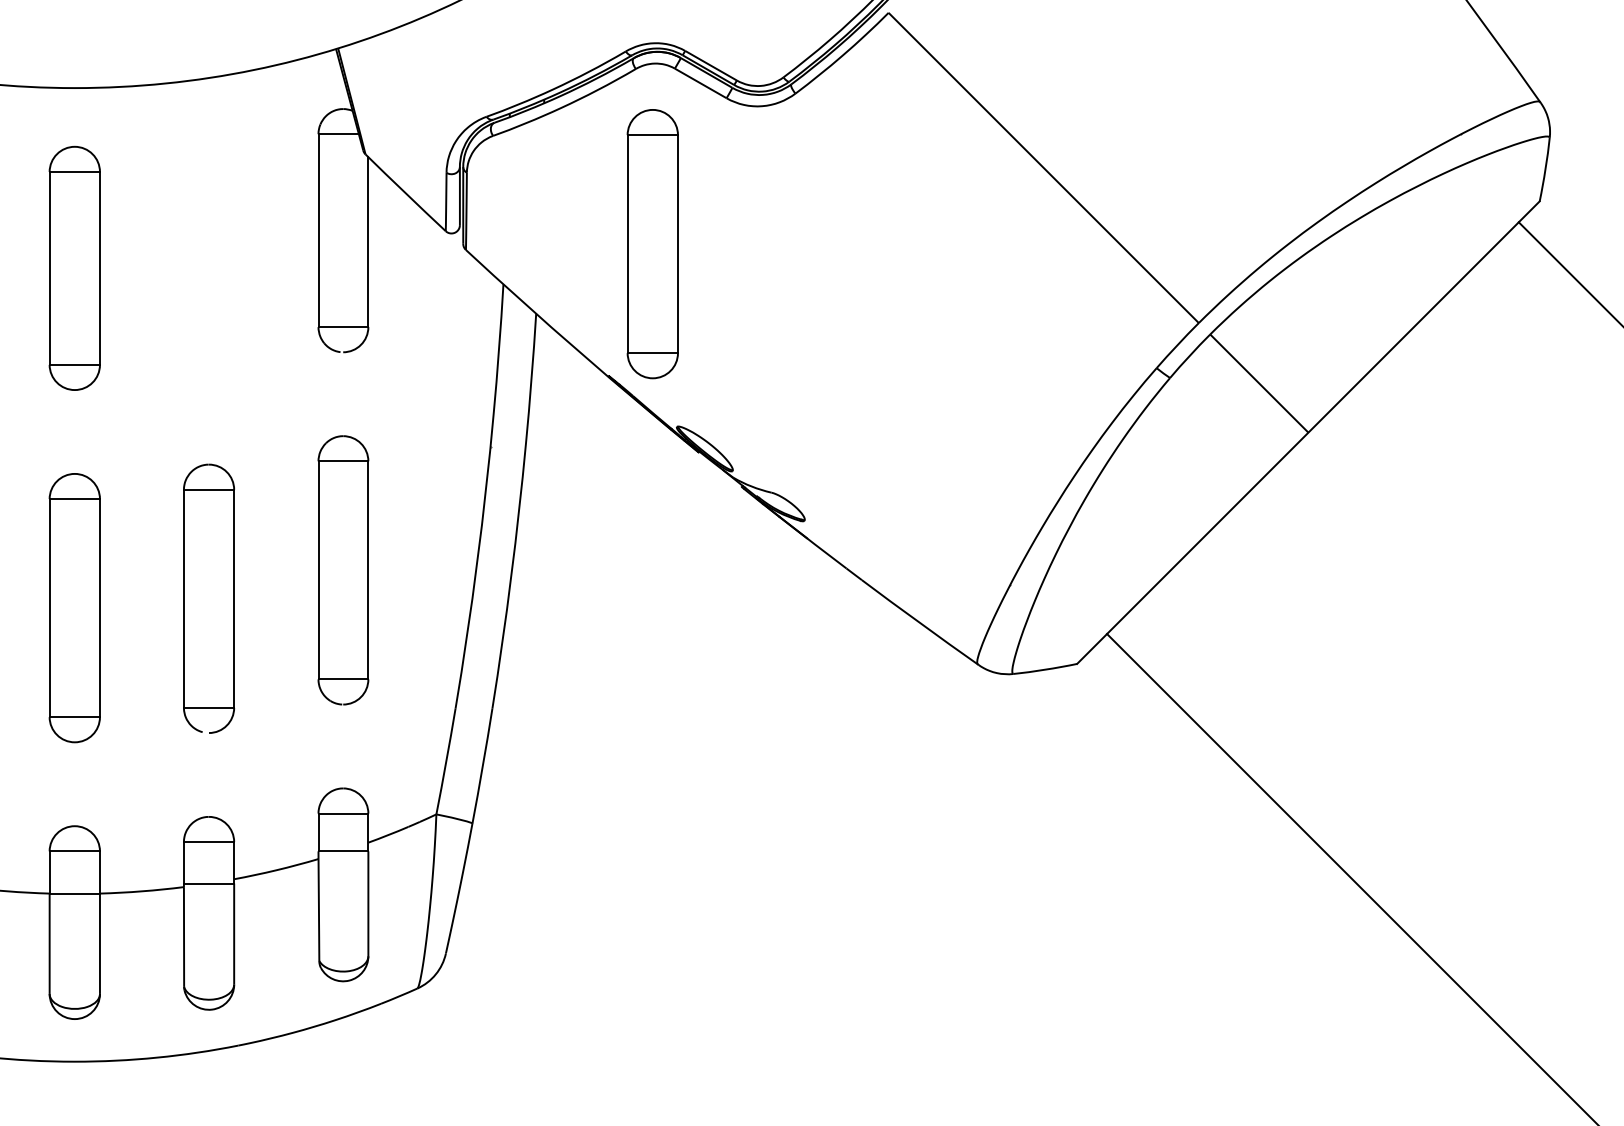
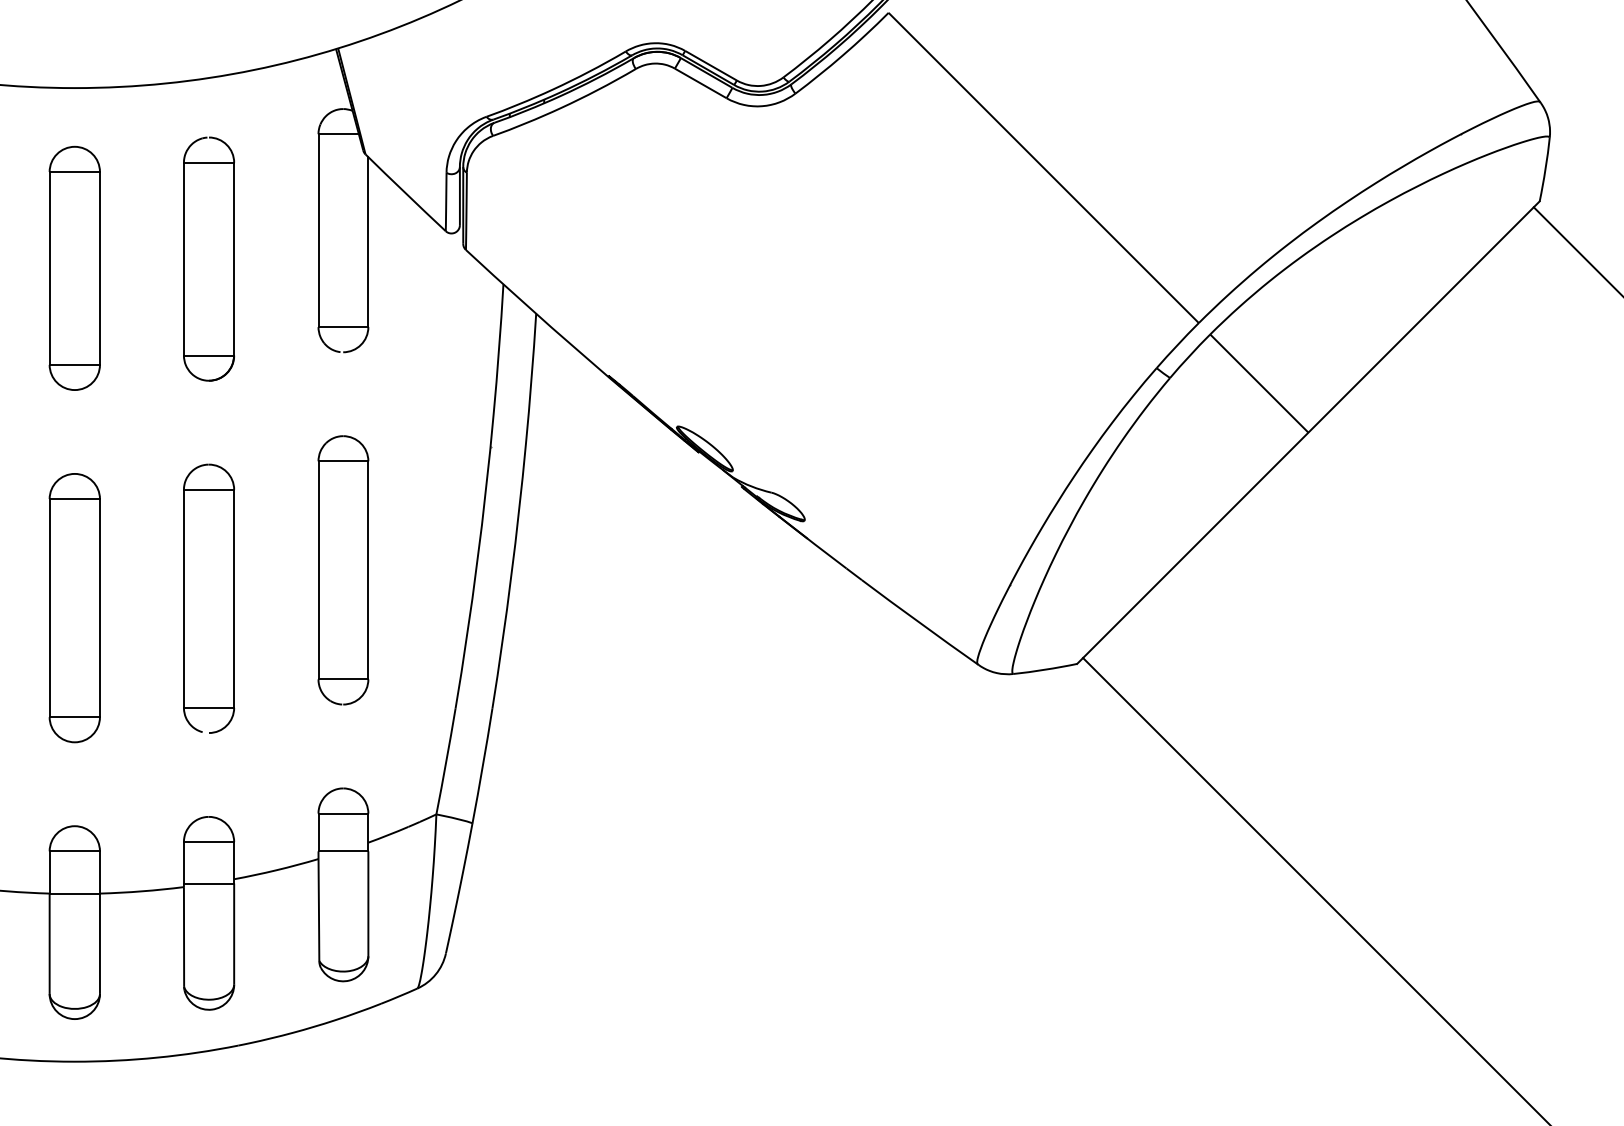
part at (652, 244): present -> none
part at (208, 258): none -> present
line at (1569, 273) position: (1569, 273) -> (1576, 250)
line at (1351, 878) position: (1351, 878) -> (1315, 890)
